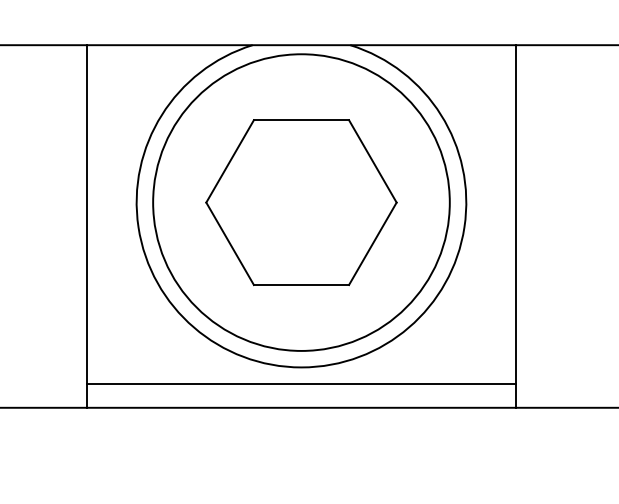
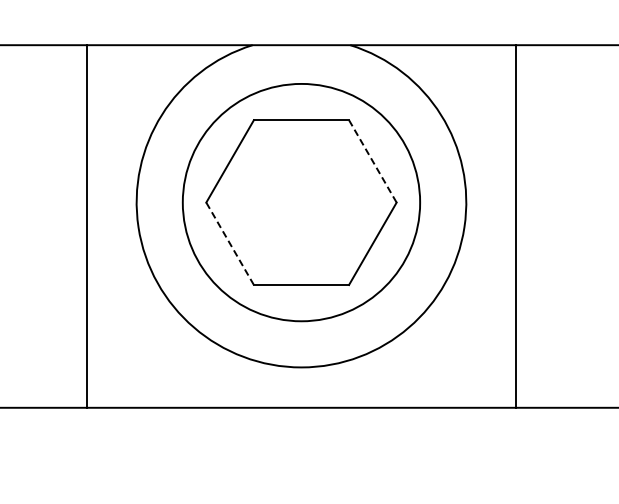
line at (372, 161): solid -> dashed
circle at (301, 202) diameter: 297 px -> 237 px
line at (230, 243): solid -> dashed
line at (301, 383): present -> none
